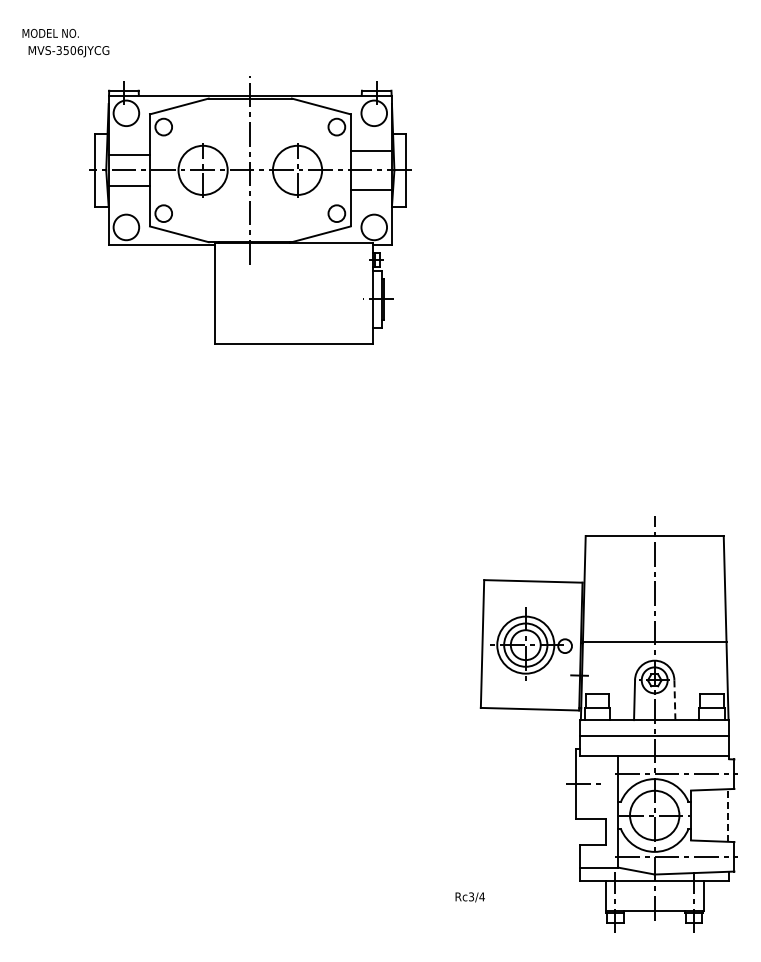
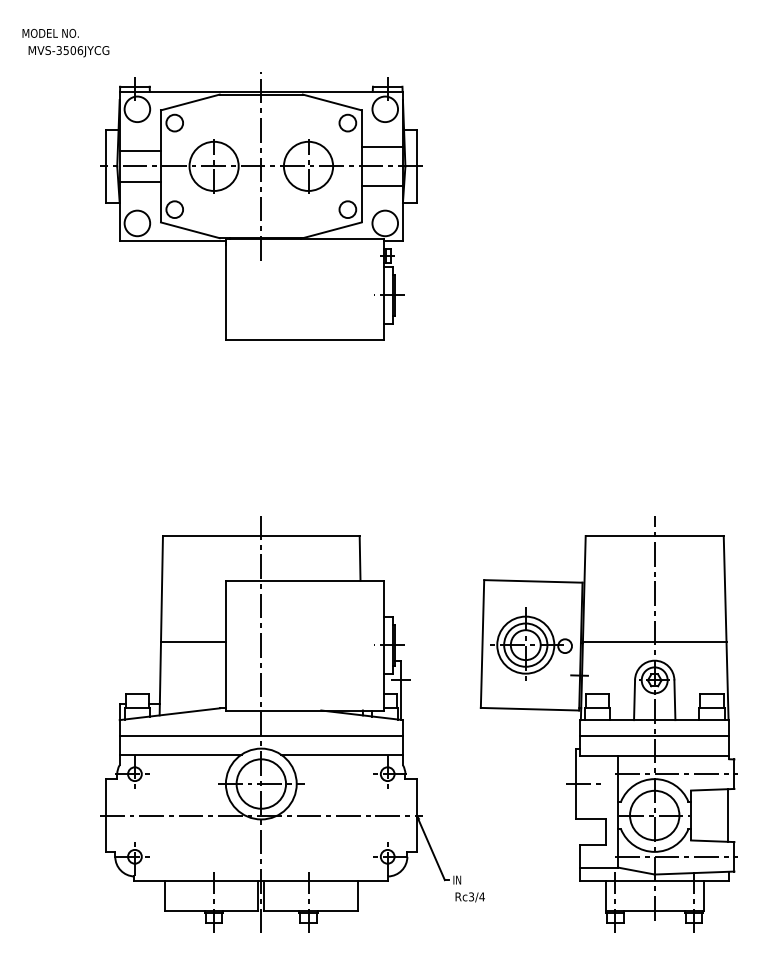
part at (250, 210) position: (250, 210) -> (261, 206)
line at (674, 700): dashed -> solid
part at (280, 724): none -> present
line at (727, 815): dashed -> solid
